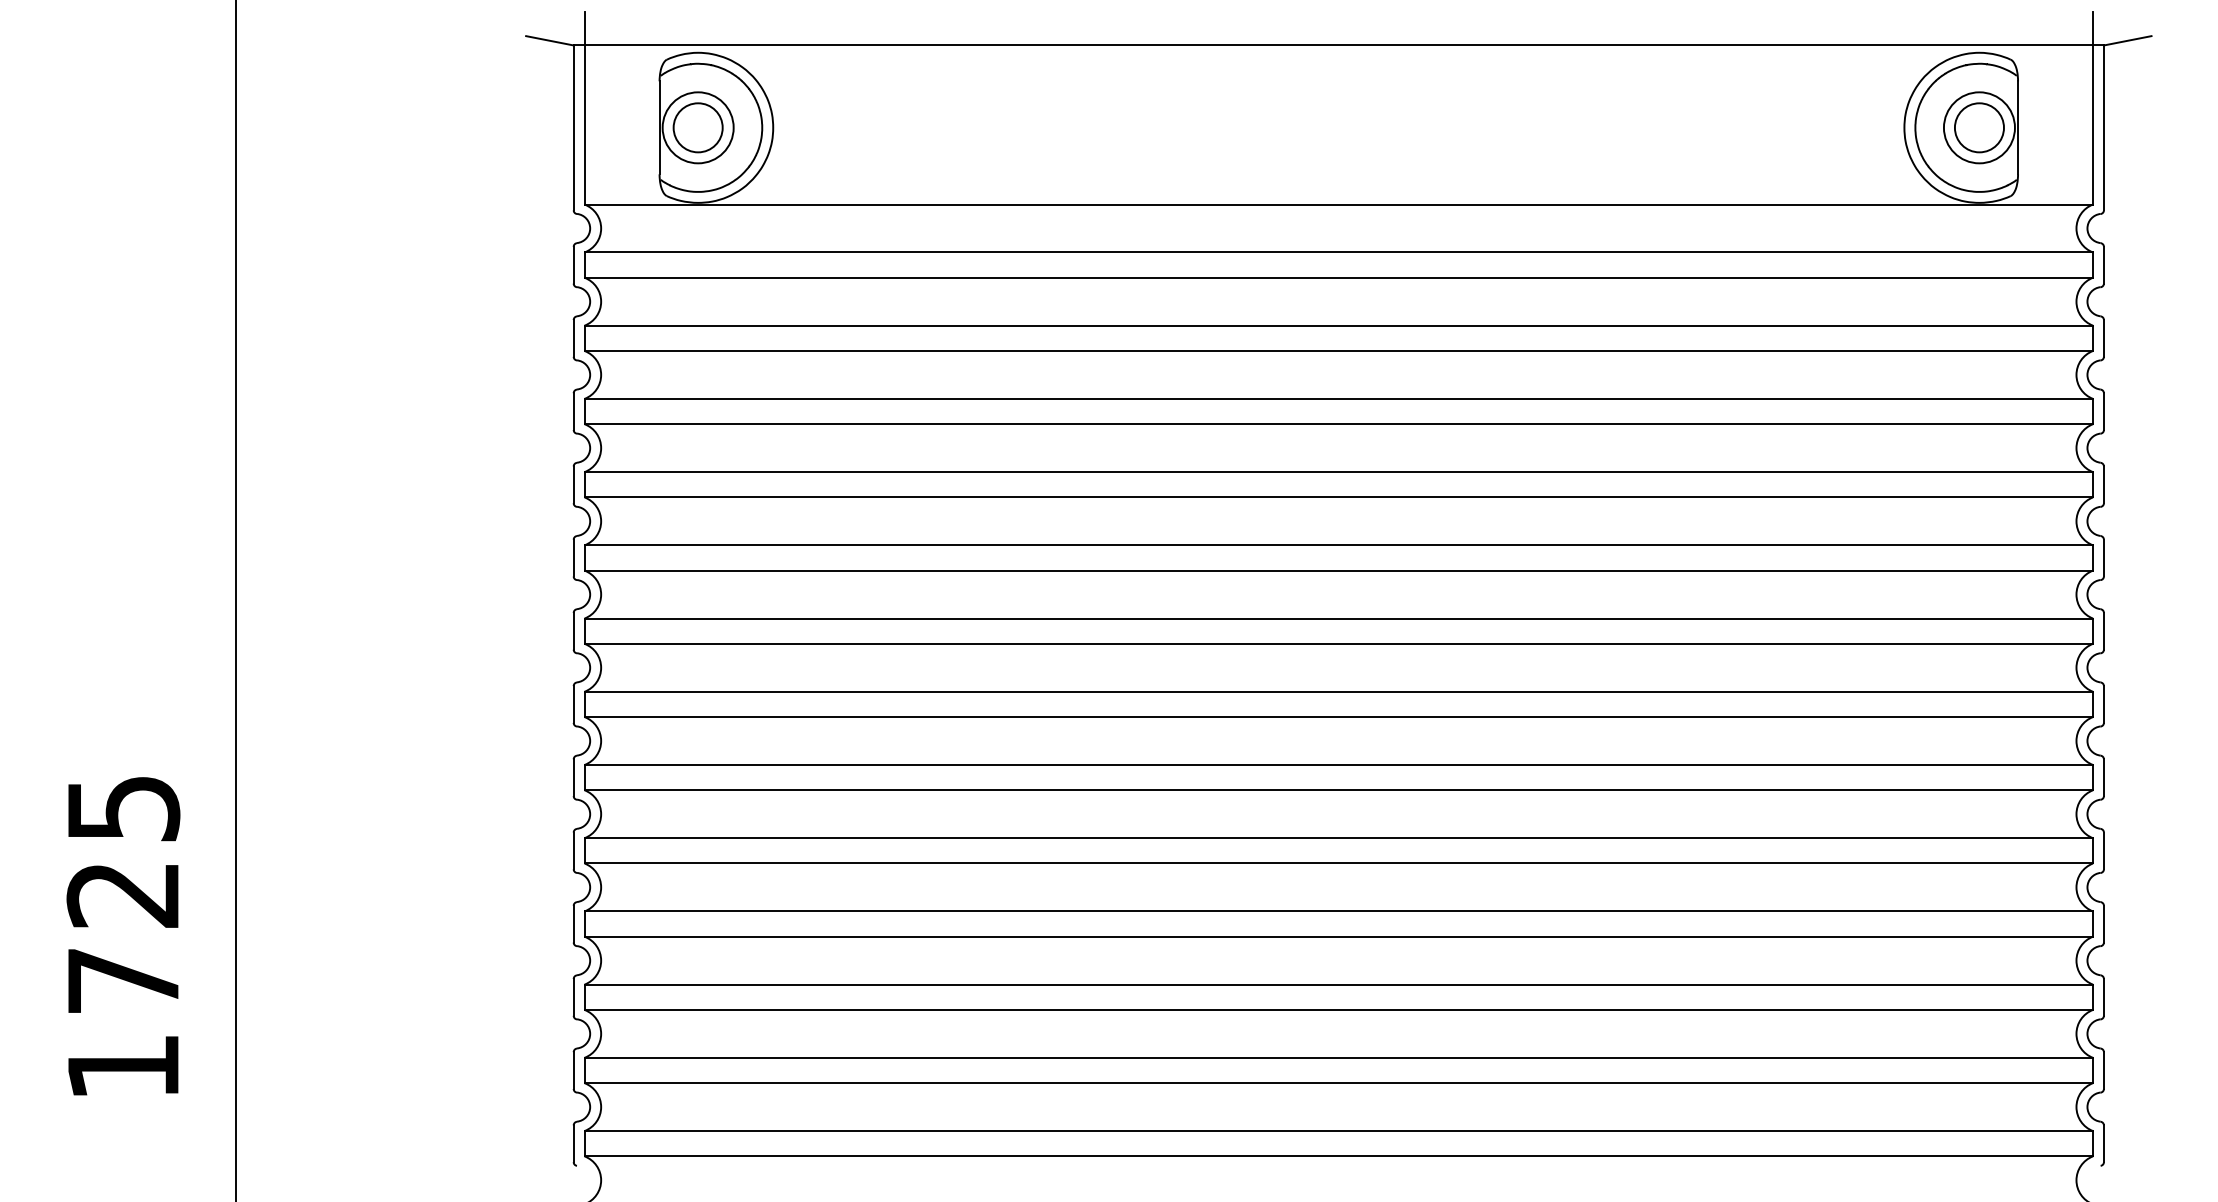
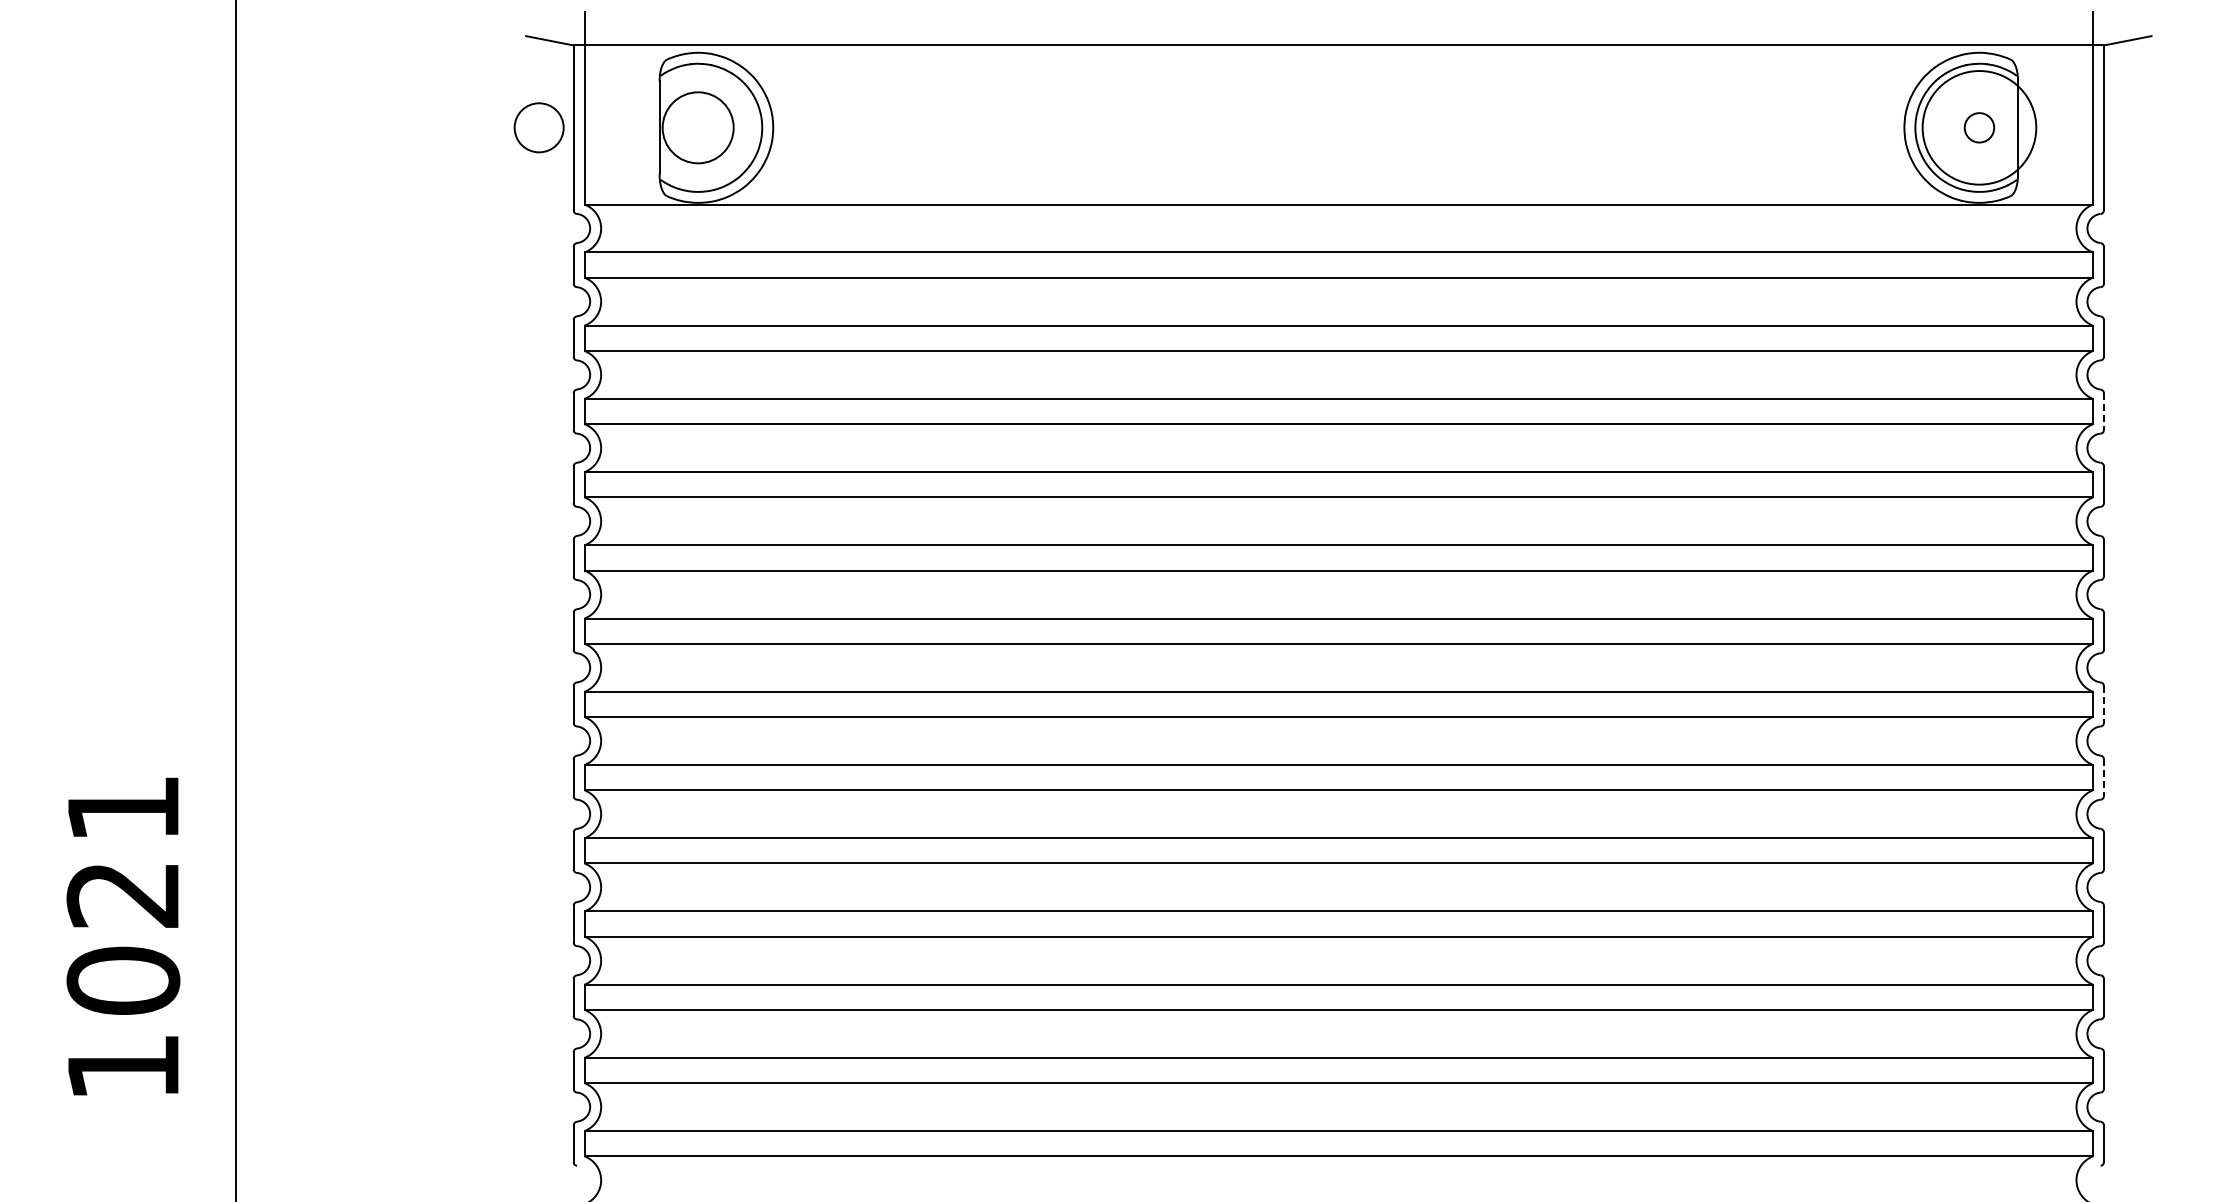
circle at (697, 127) position: (697, 127) -> (538, 127)
circle at (1978, 127) diameter: 49 px -> 29 px
circle at (1978, 127) diameter: 71 px -> 114 px
line at (2103, 412): solid -> dashed
line at (2103, 705): solid -> dashed
line at (2103, 778): solid -> dashed
text at (123, 895): 1725 -> 1021
